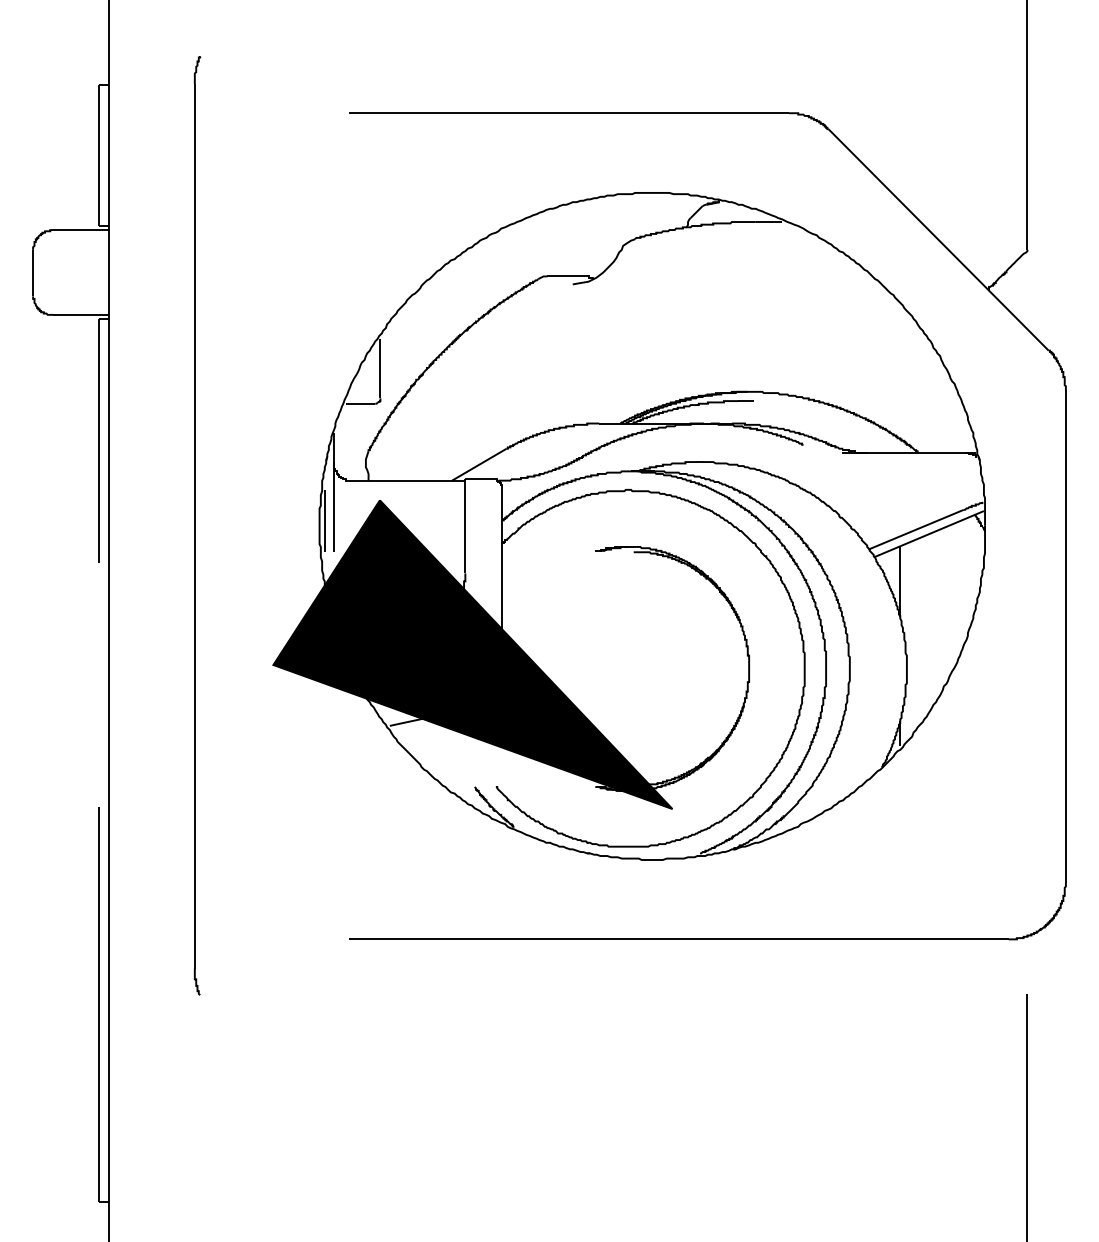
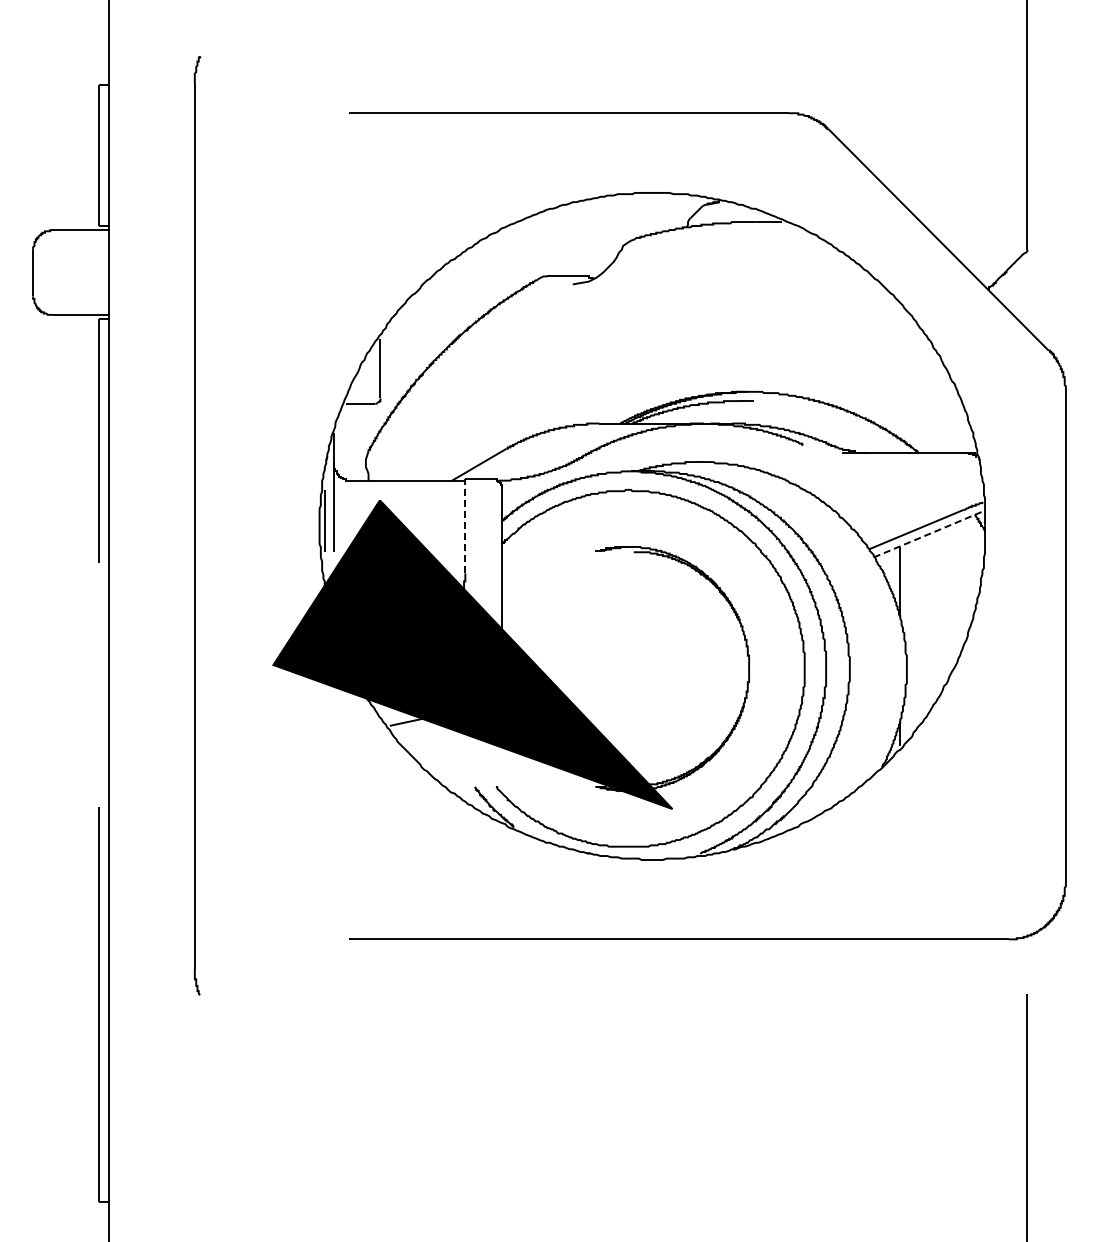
line at (465, 525): solid -> dashed
line at (928, 534): solid -> dashed
